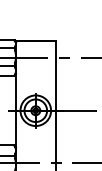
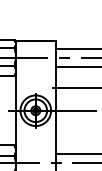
line at (76, 48): none -> present
line at (76, 67): none -> present
line at (74, 87): none -> present
line at (76, 154): none -> present
